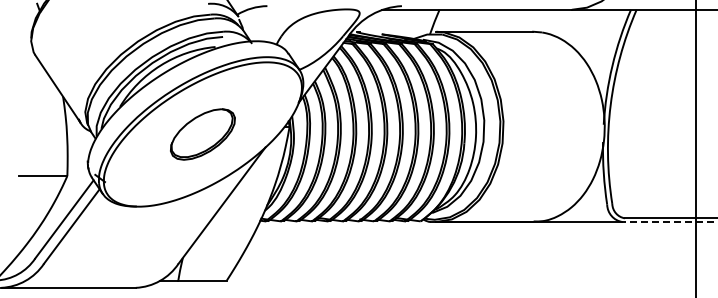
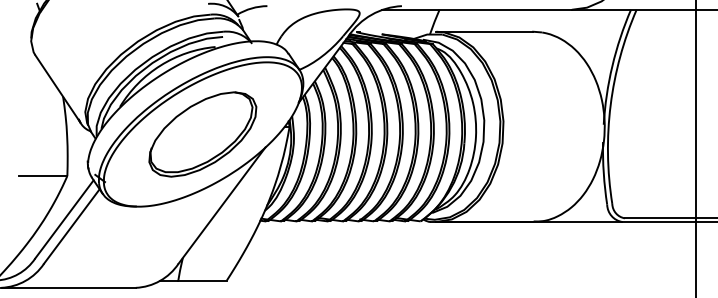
part at (202, 134) size: 66x53 px -> 110x87 px
line at (669, 222): dashed -> solid
